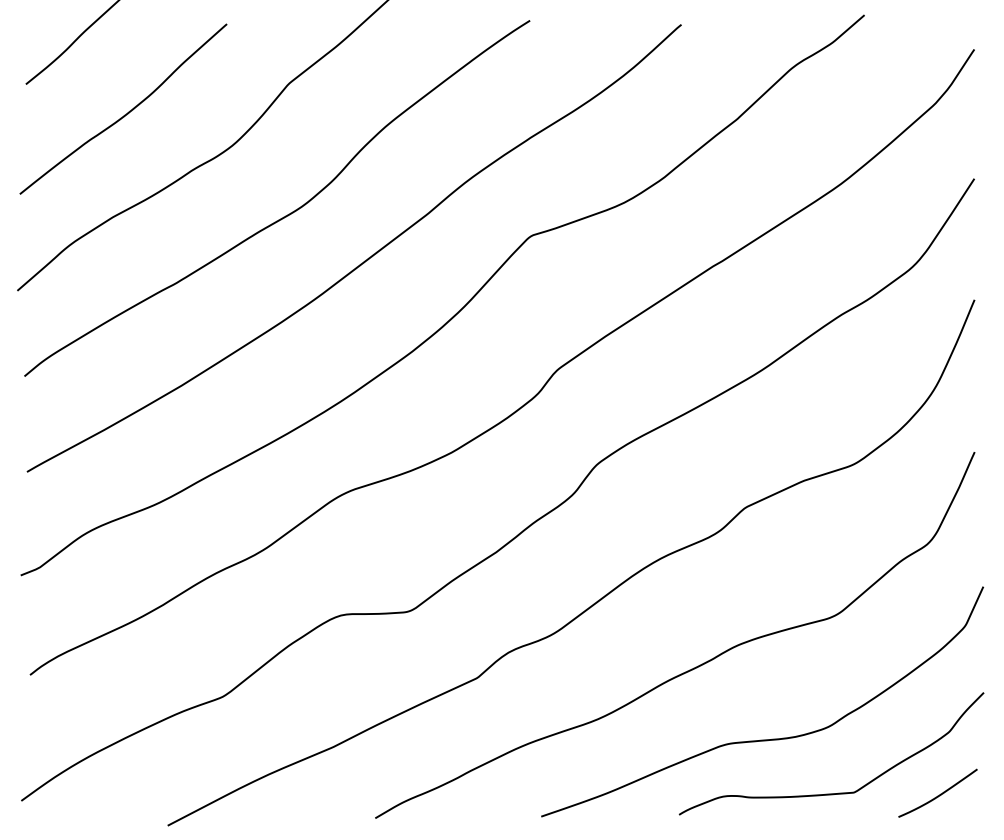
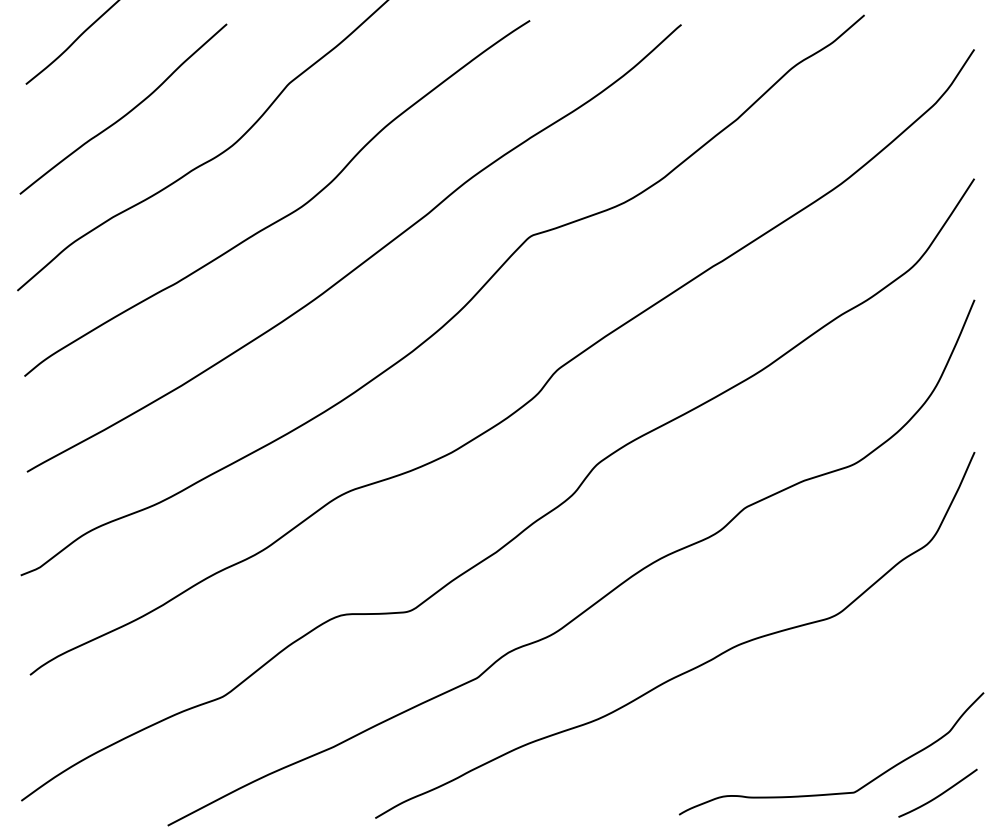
curve at (762, 739): present -> none
